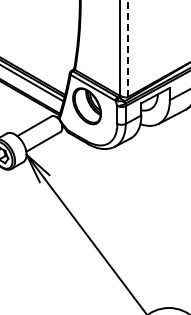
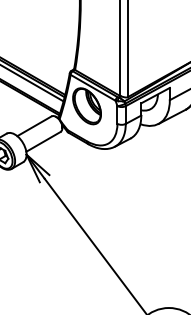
line at (128, 48): dashed -> solid
